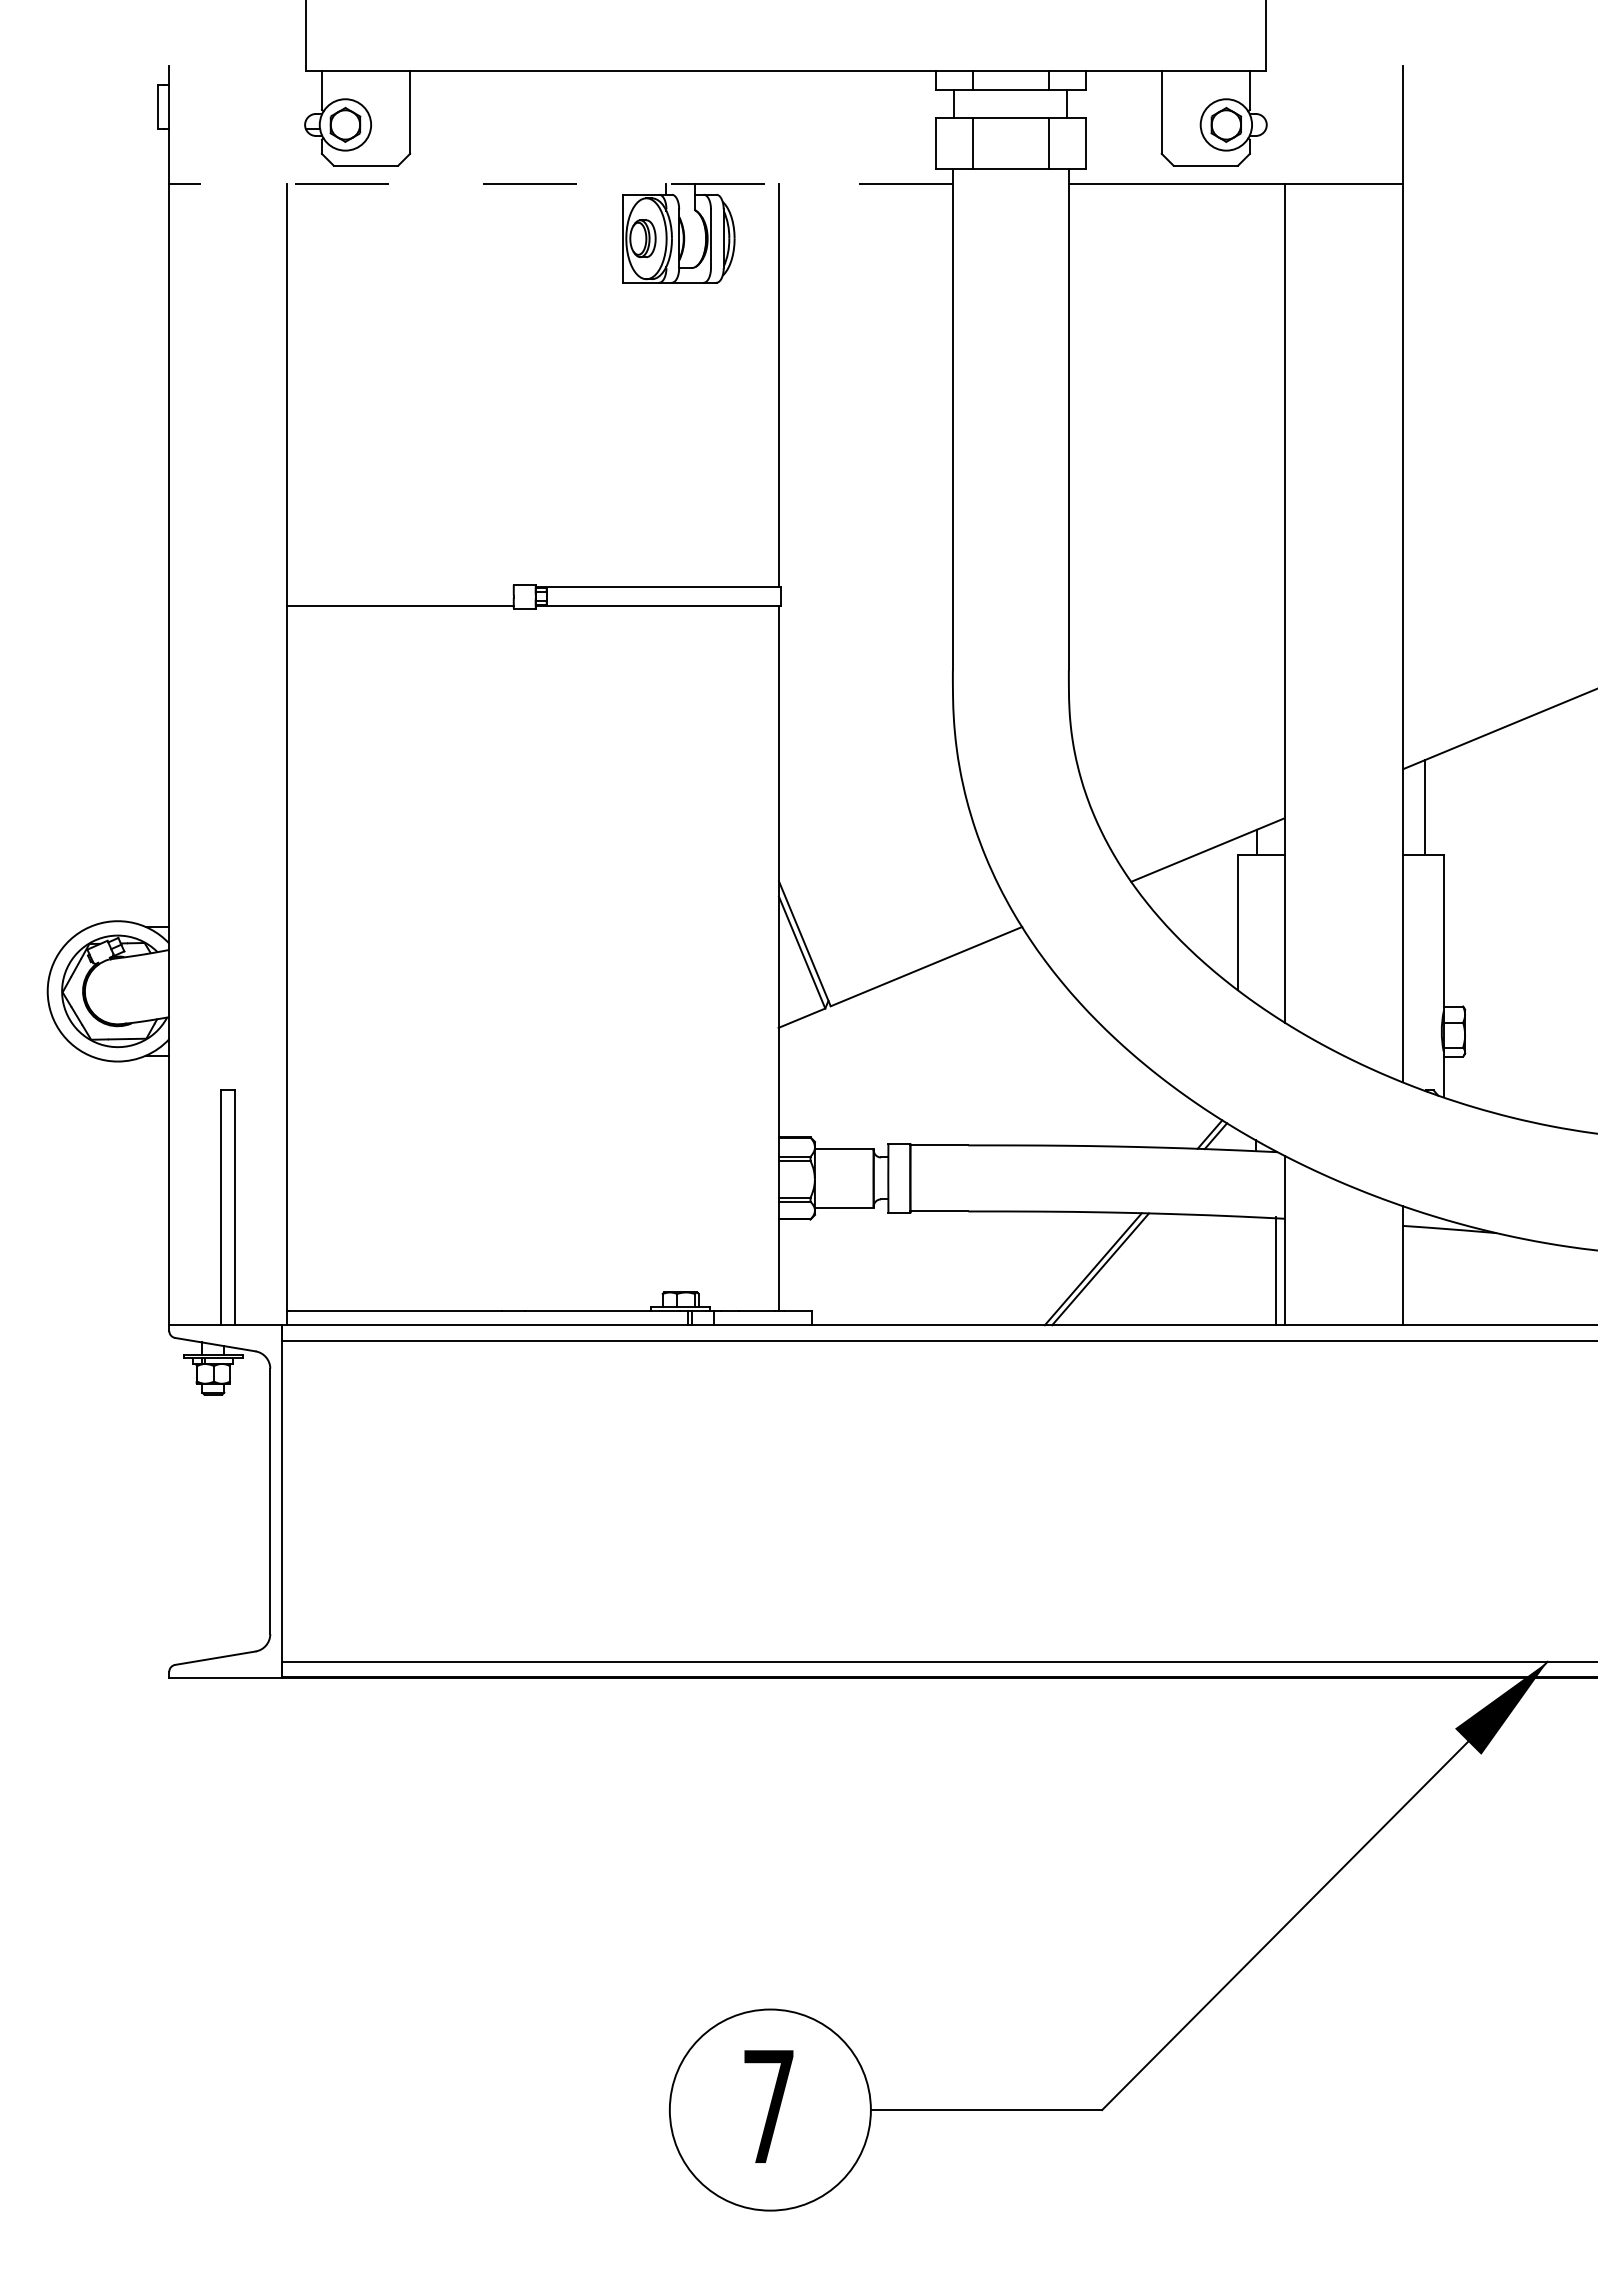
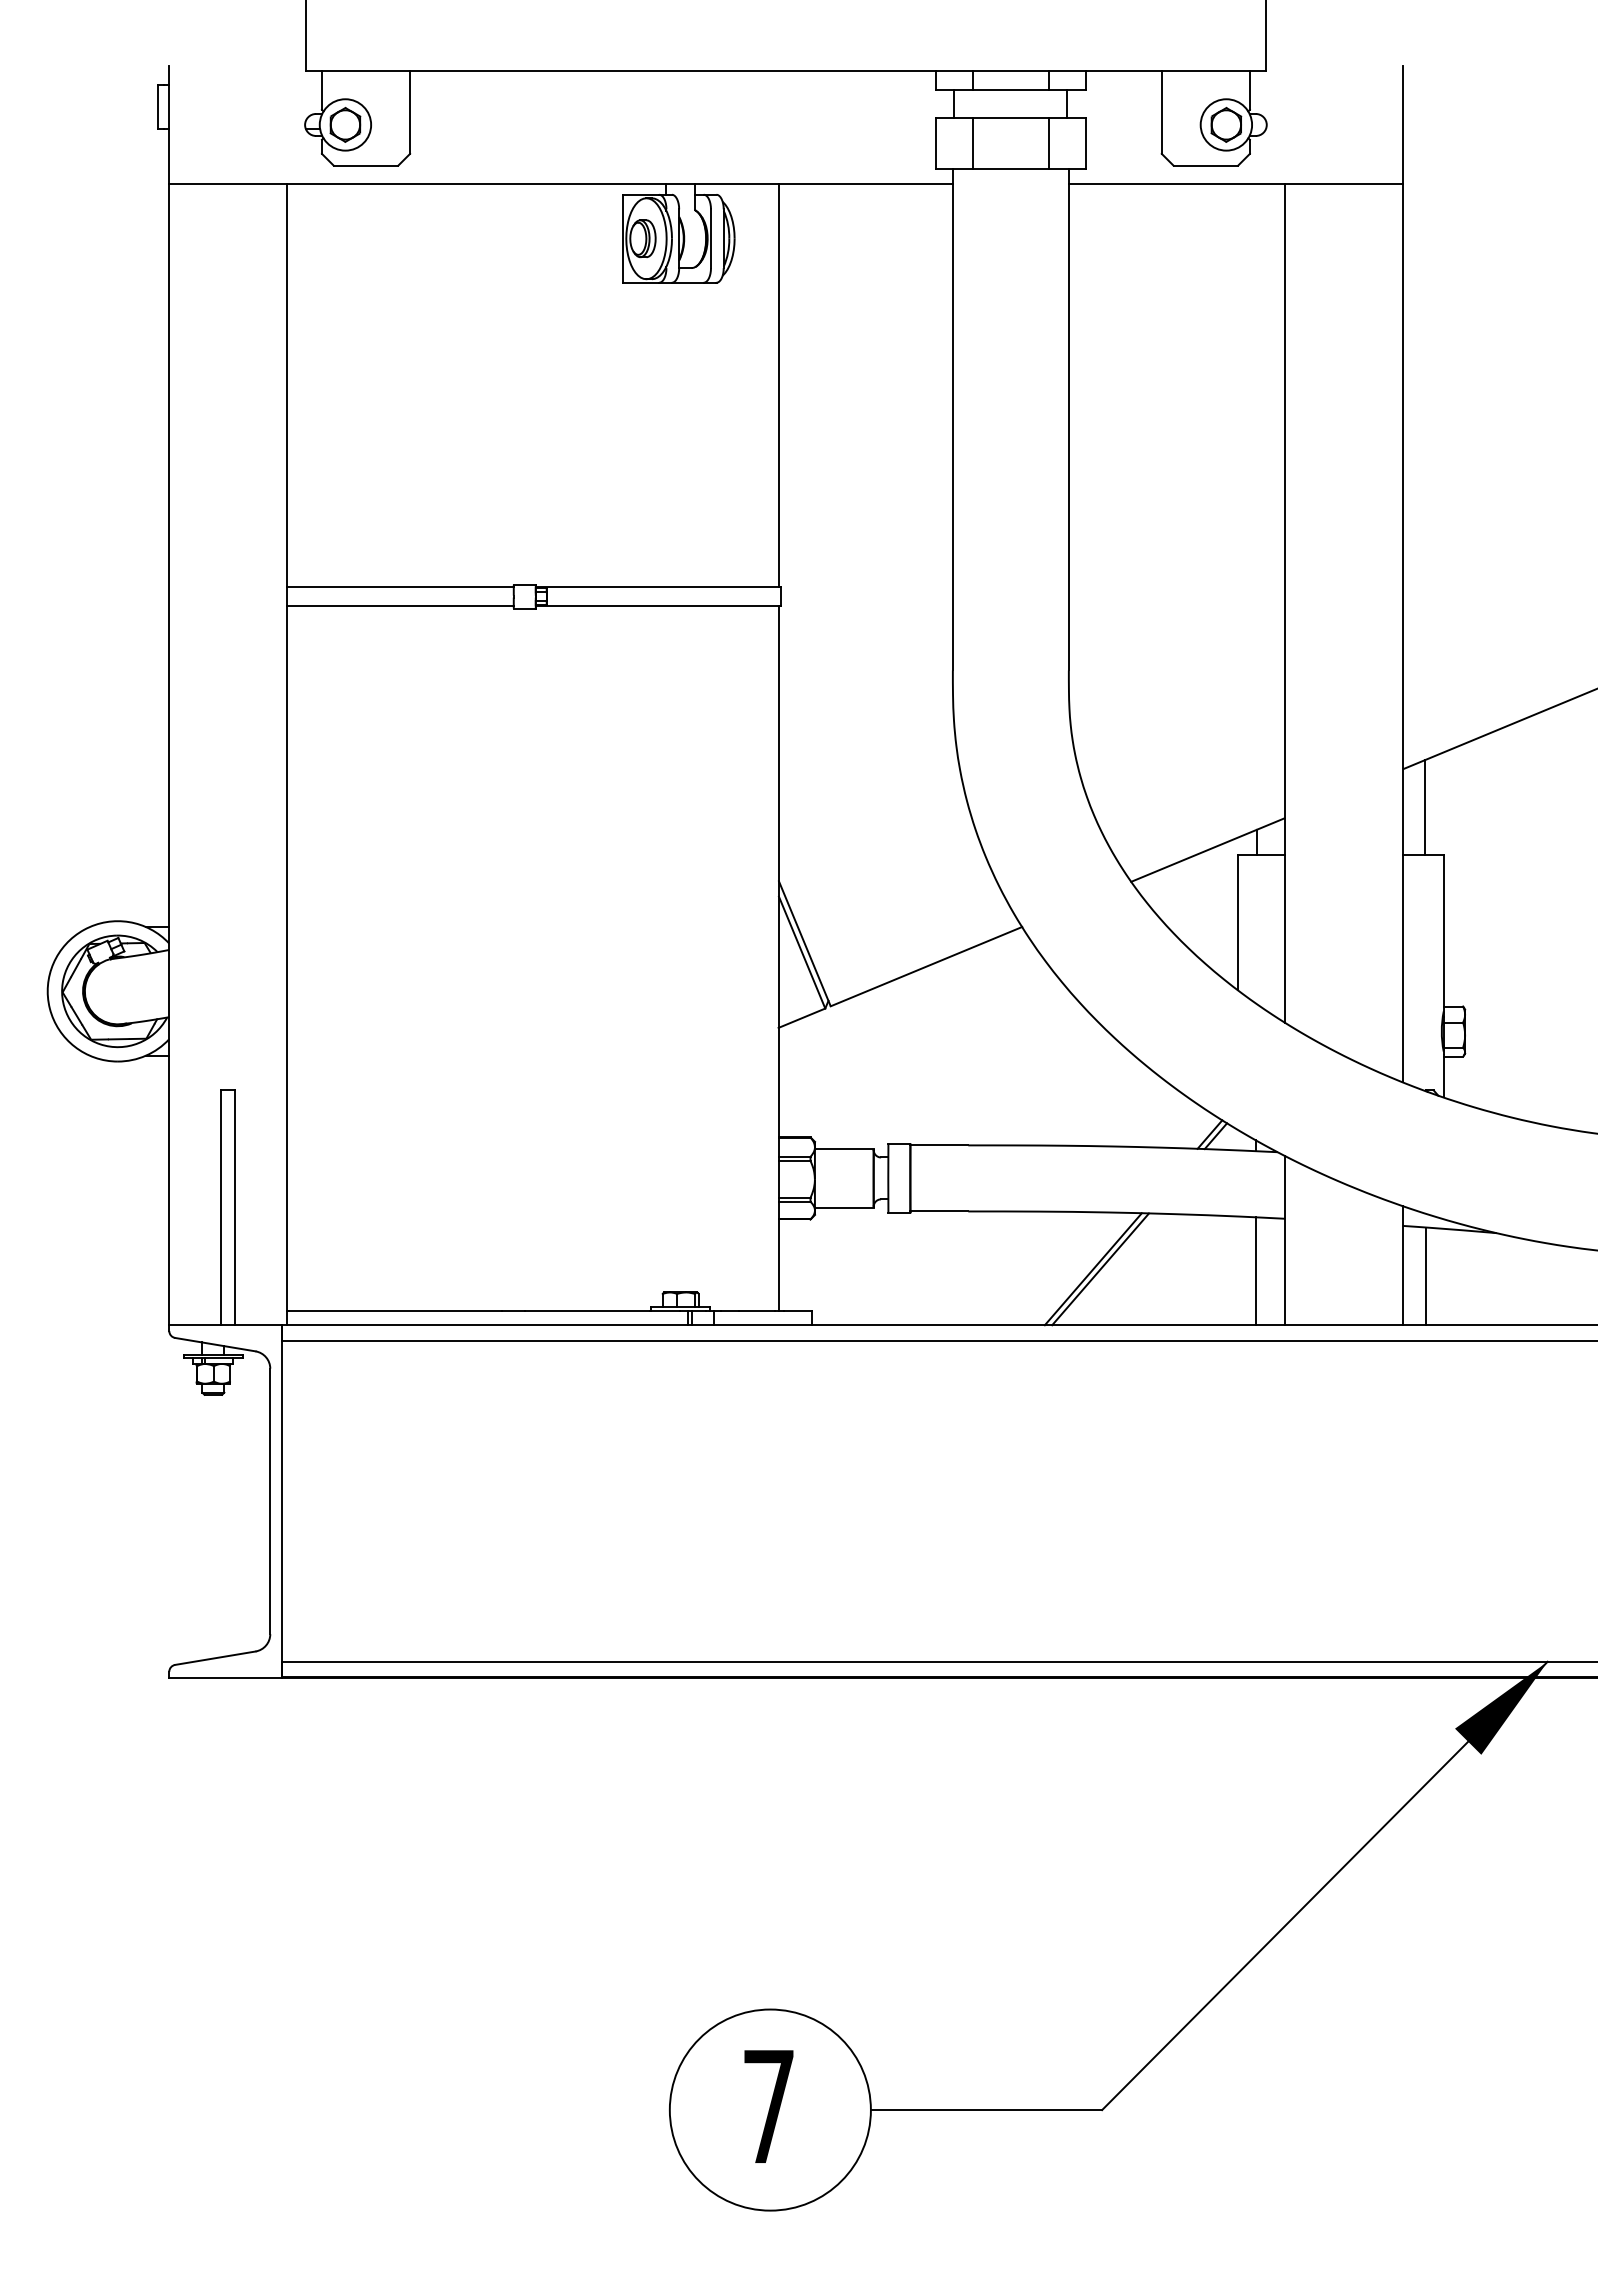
line at (561, 183): dashed -> solid
line at (399, 587): none -> present
line at (1275, 1271) position: (1275, 1271) -> (1255, 1271)
line at (1426, 1276): none -> present
